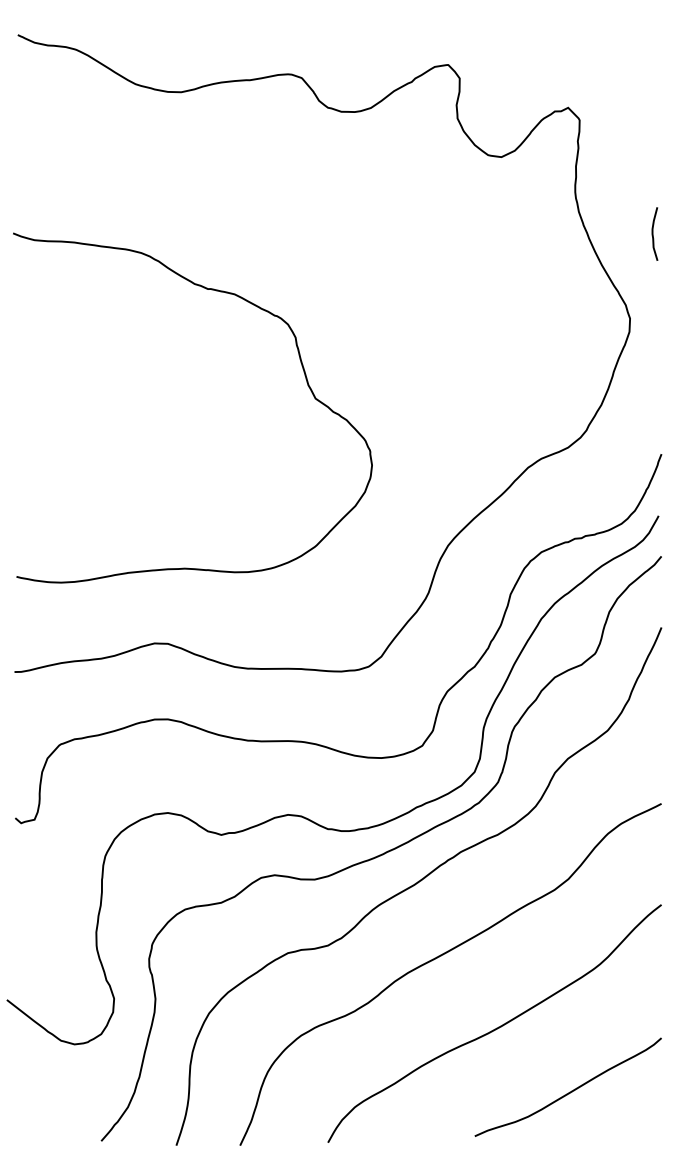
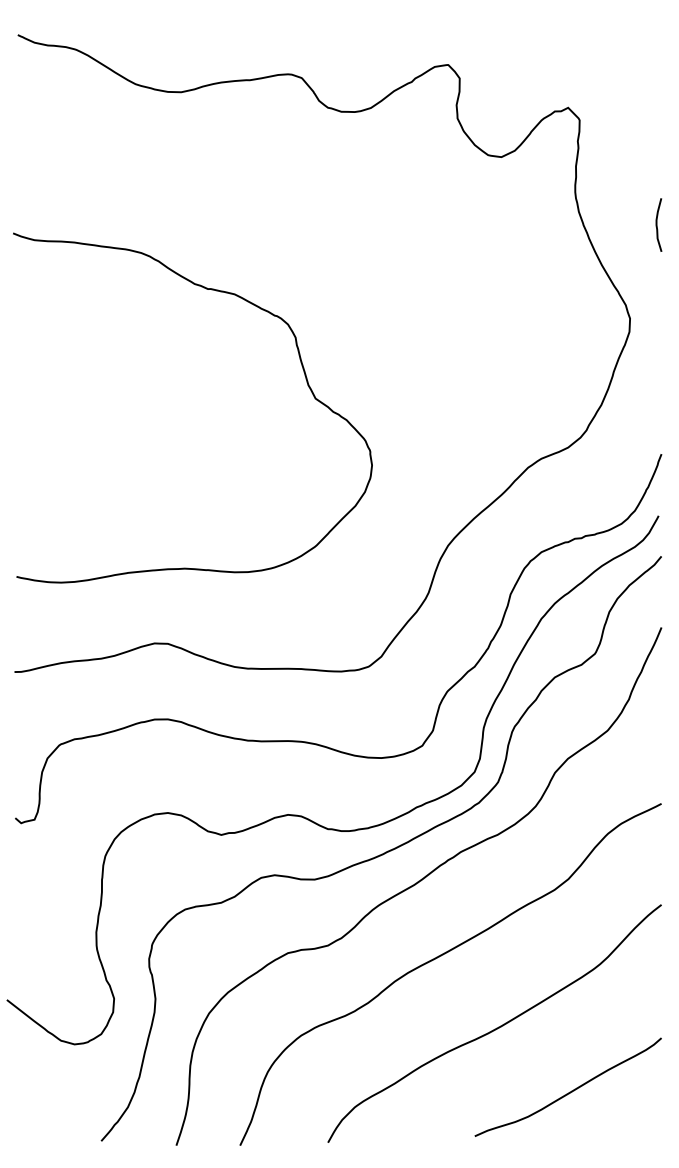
curve at (653, 233) position: (653, 233) -> (657, 224)
